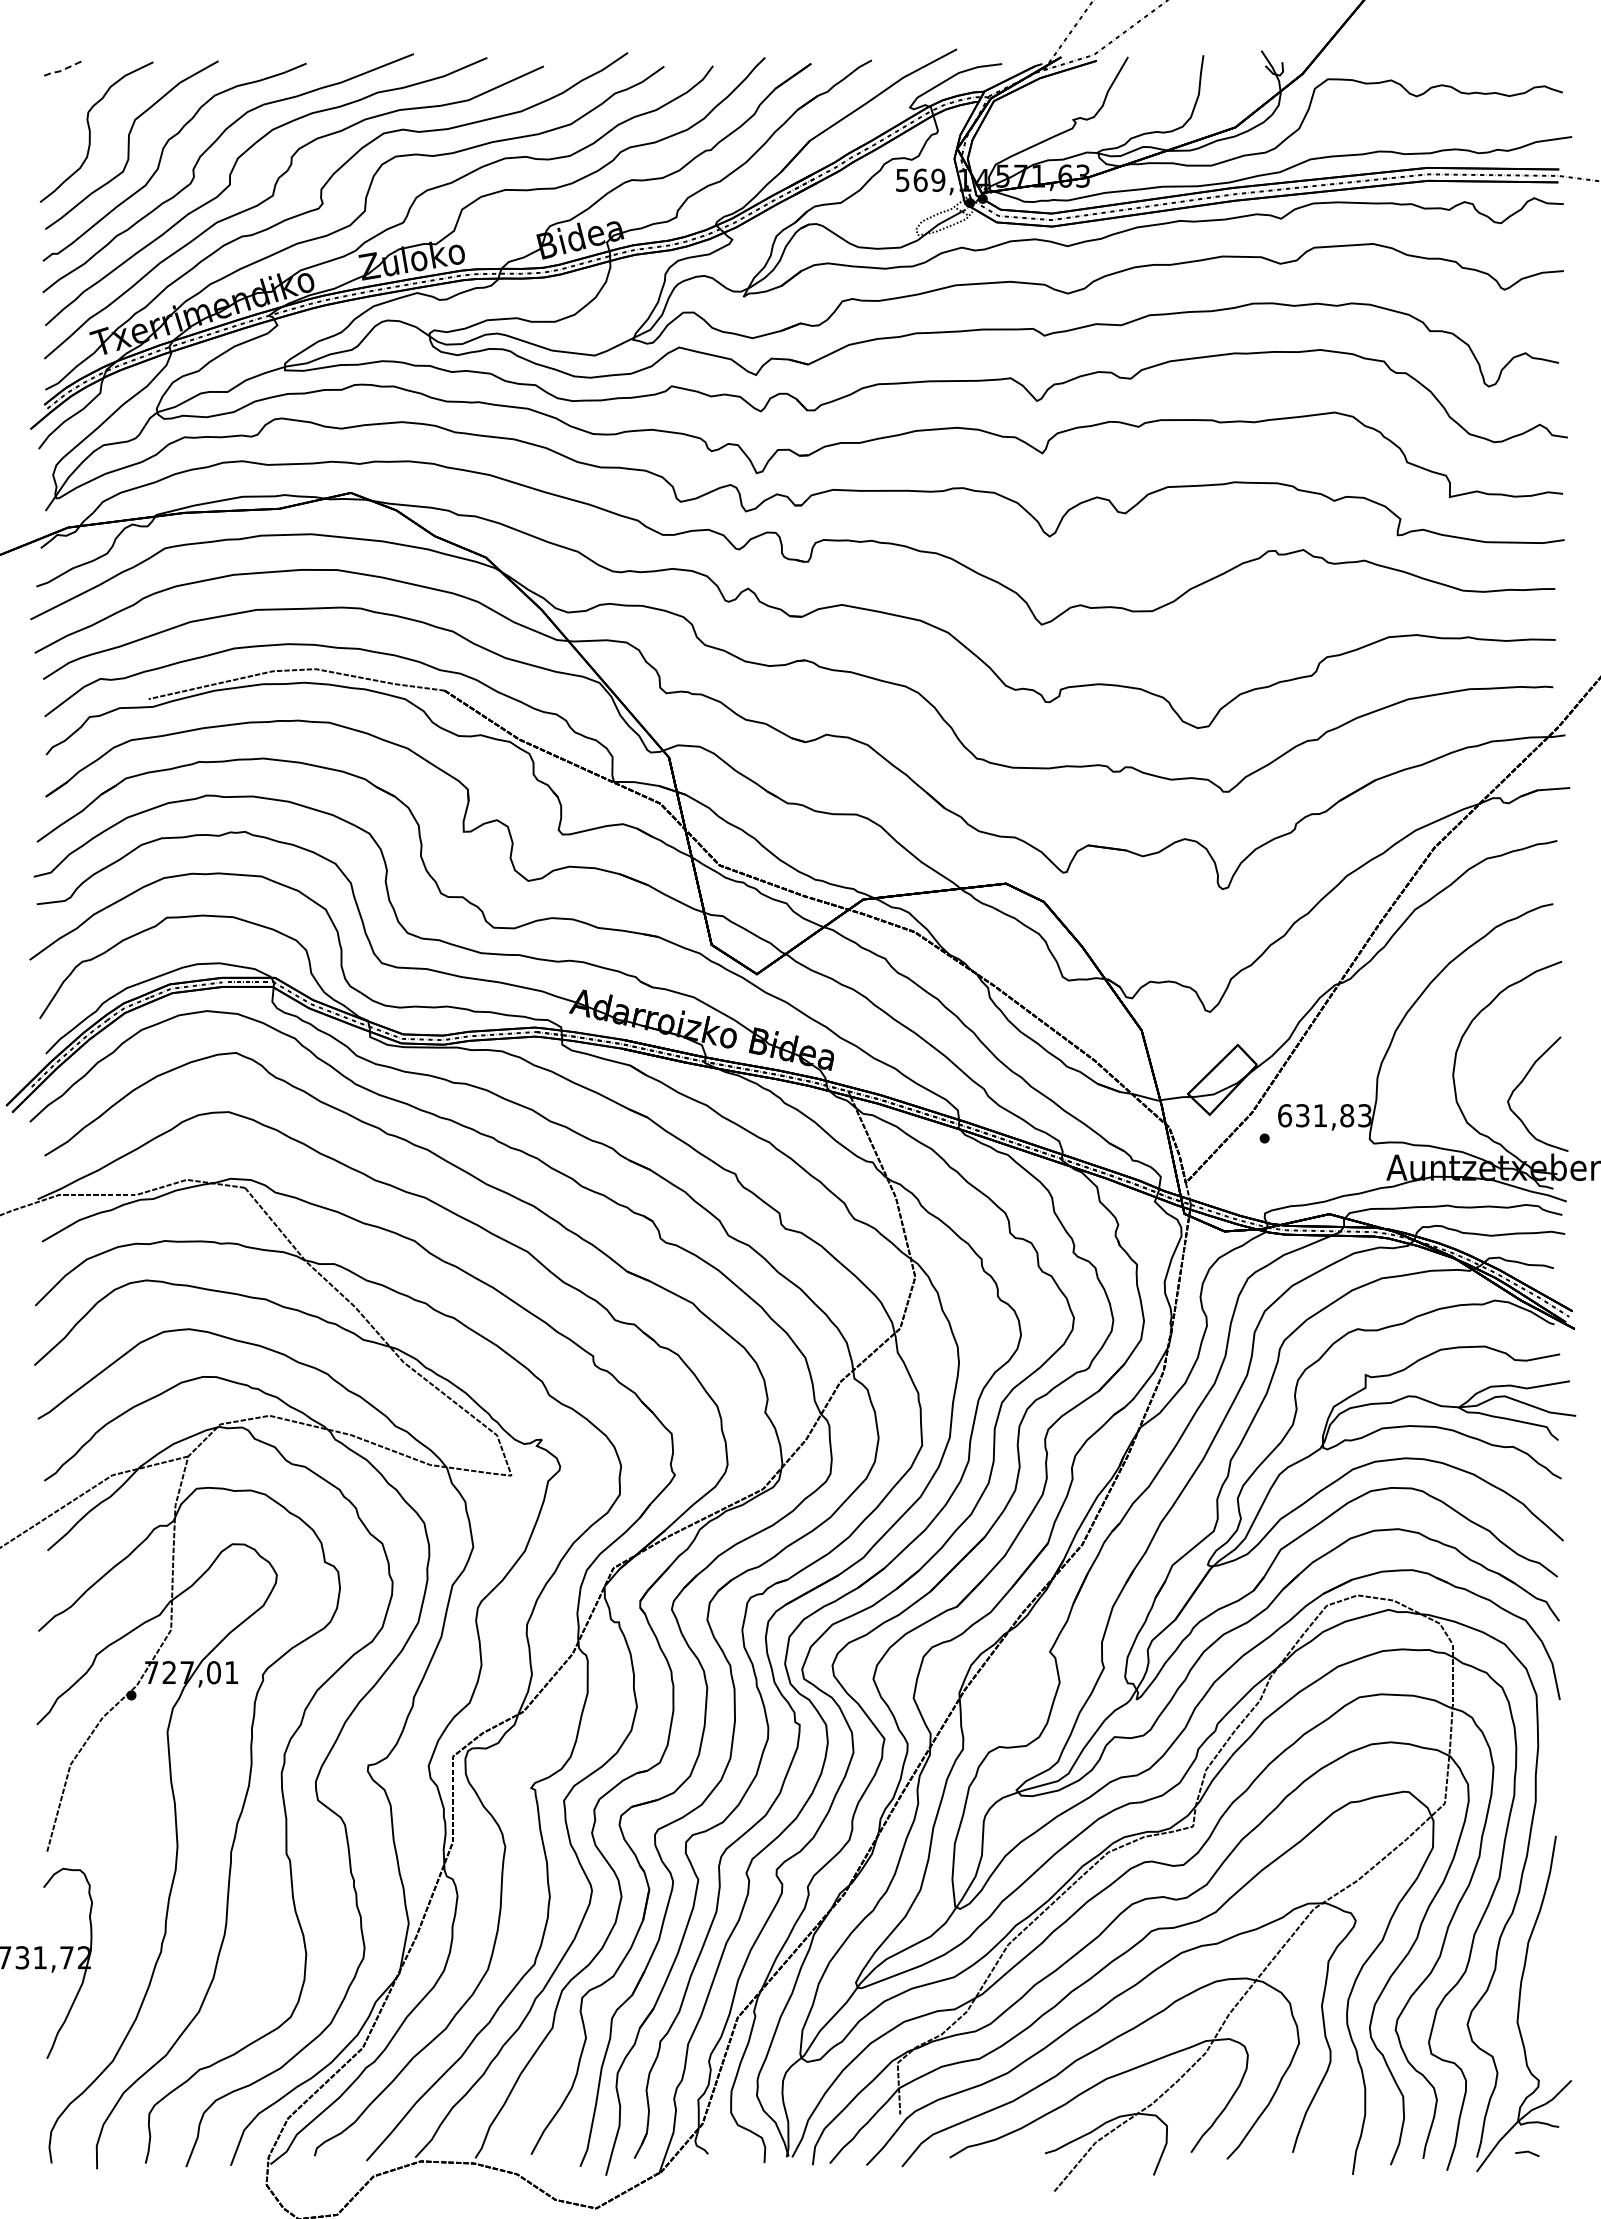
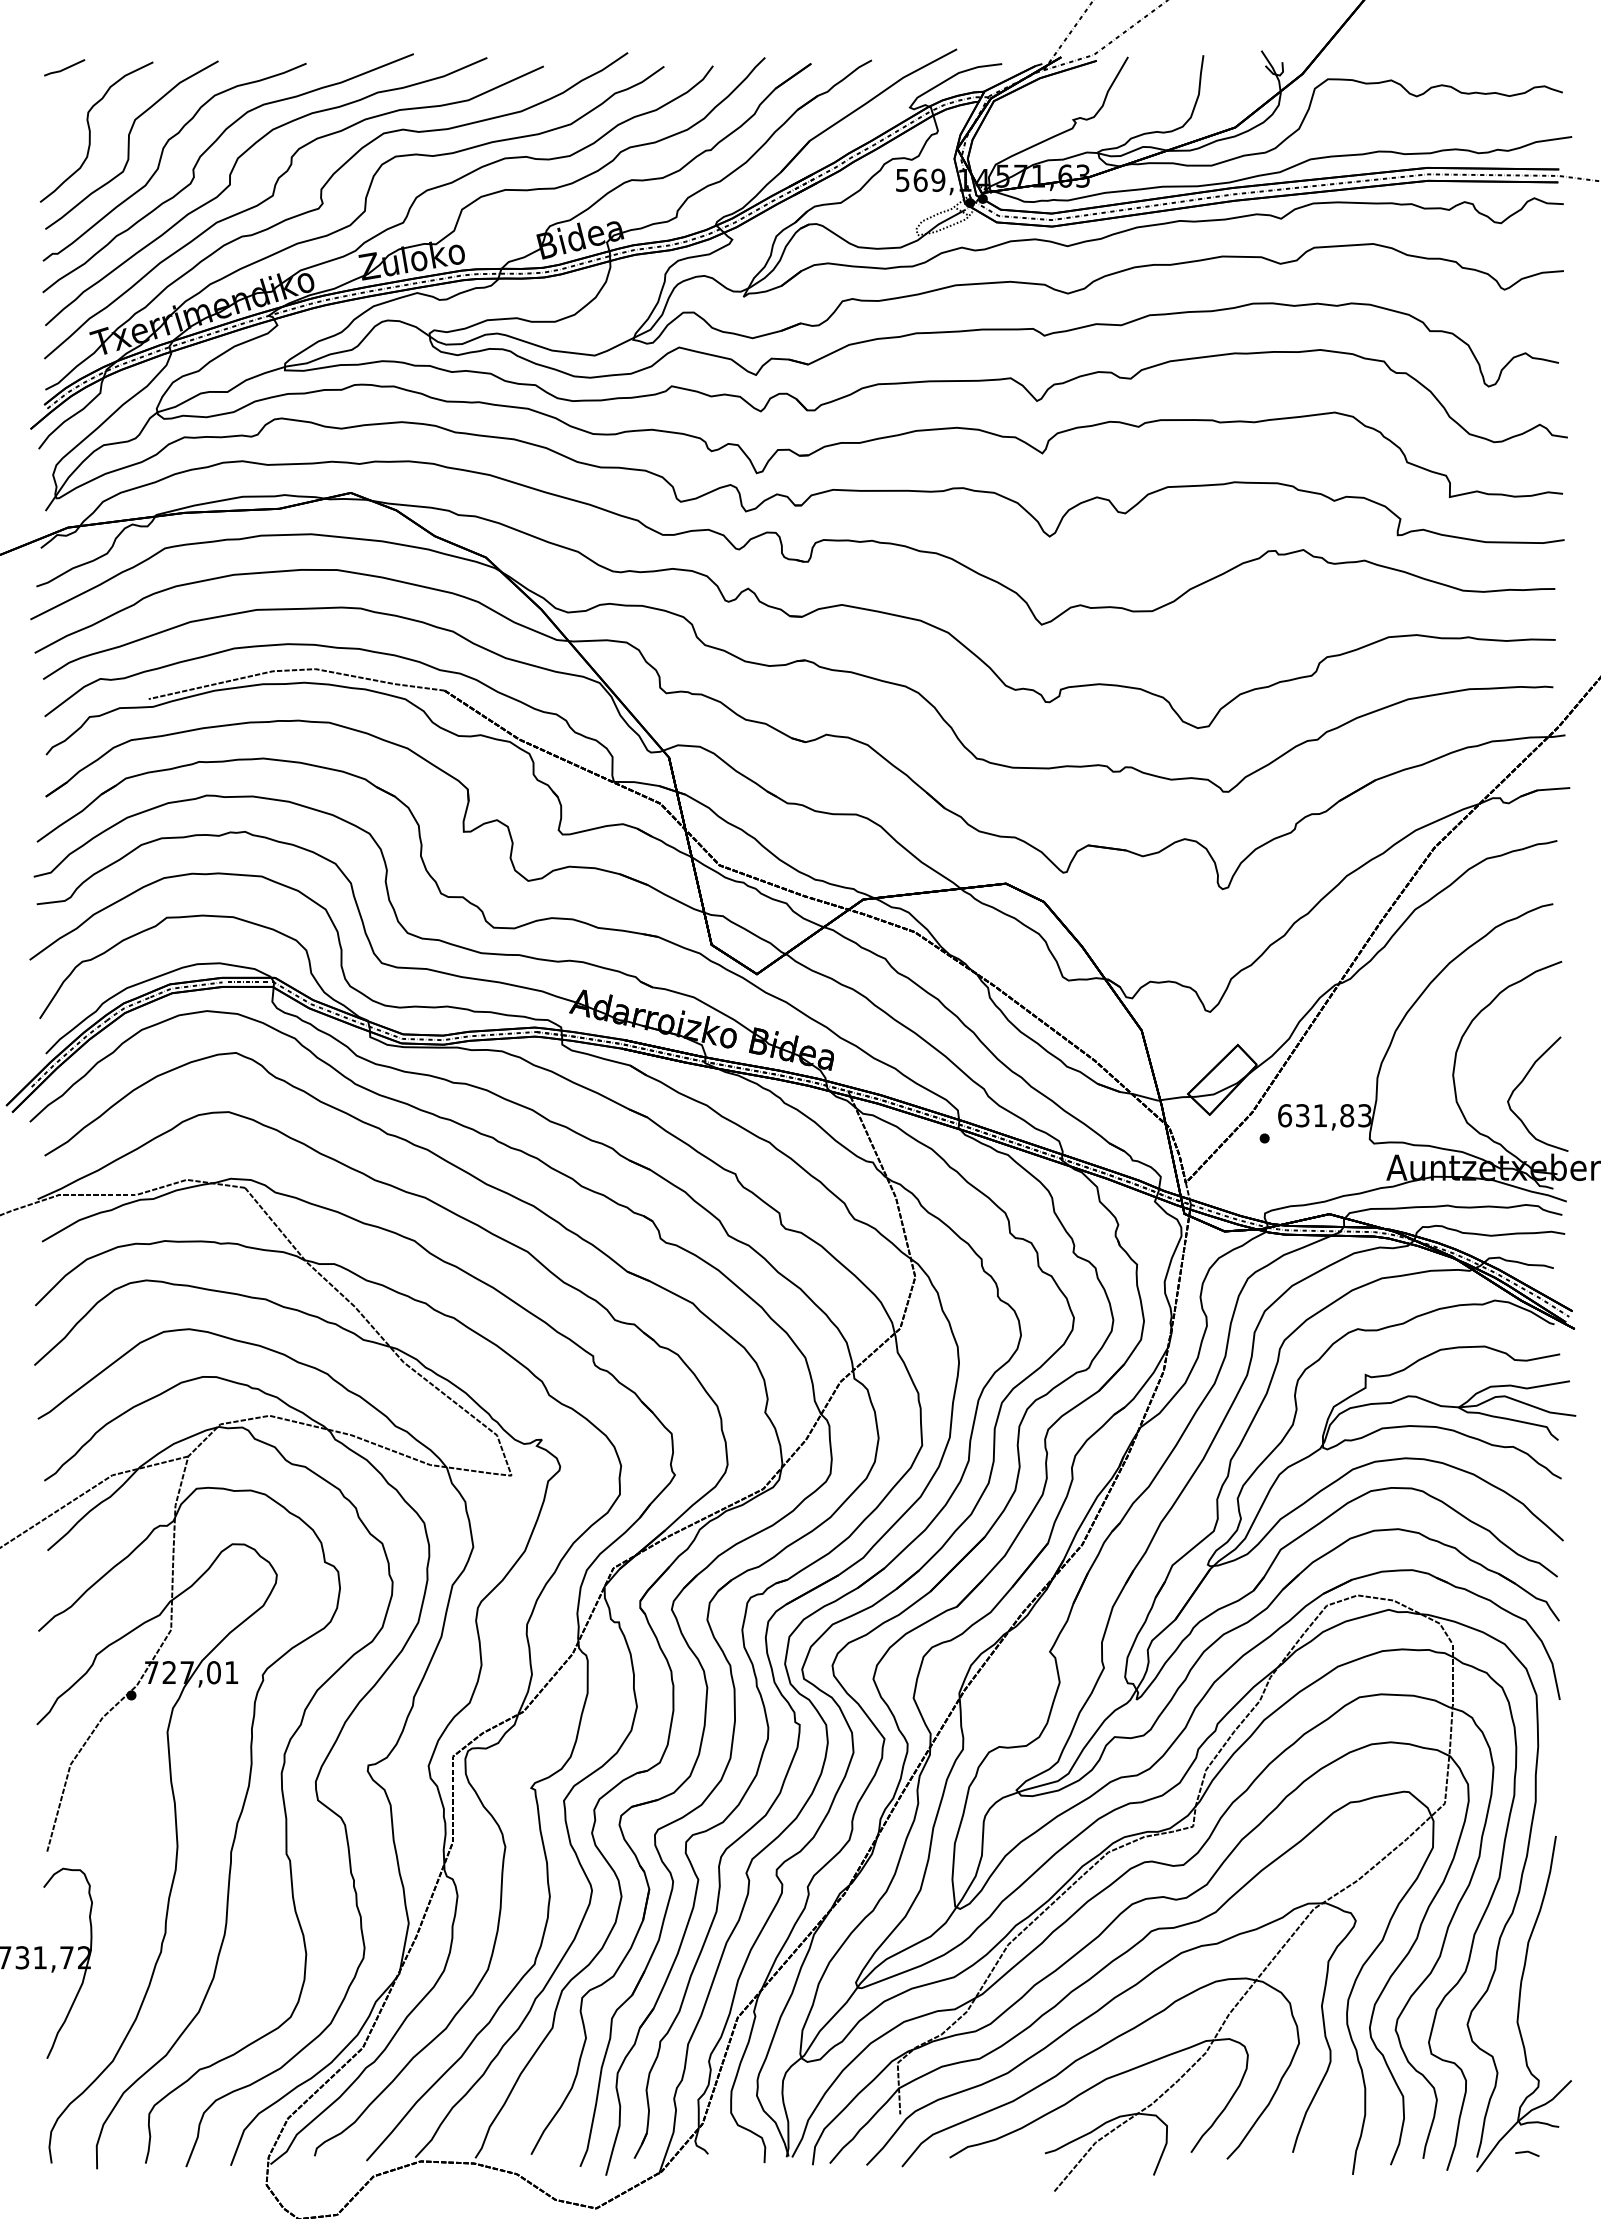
line at (63, 69): dashed -> solid
